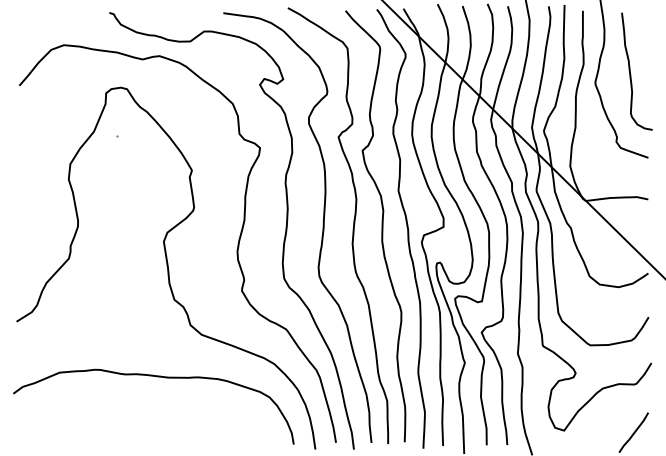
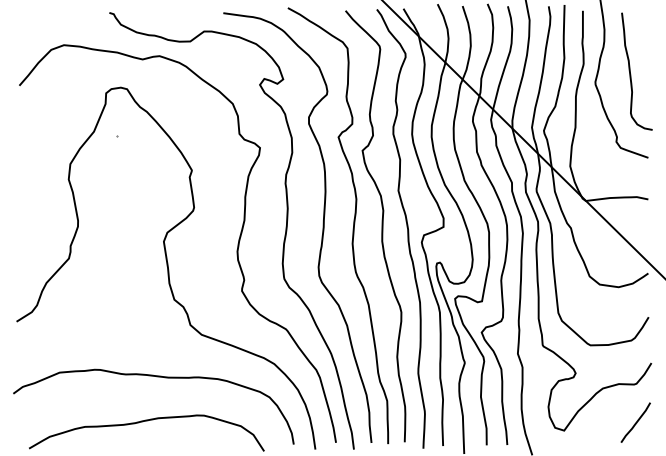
curve at (142, 422): none -> present
line at (633, 432) position: (633, 432) -> (635, 422)
